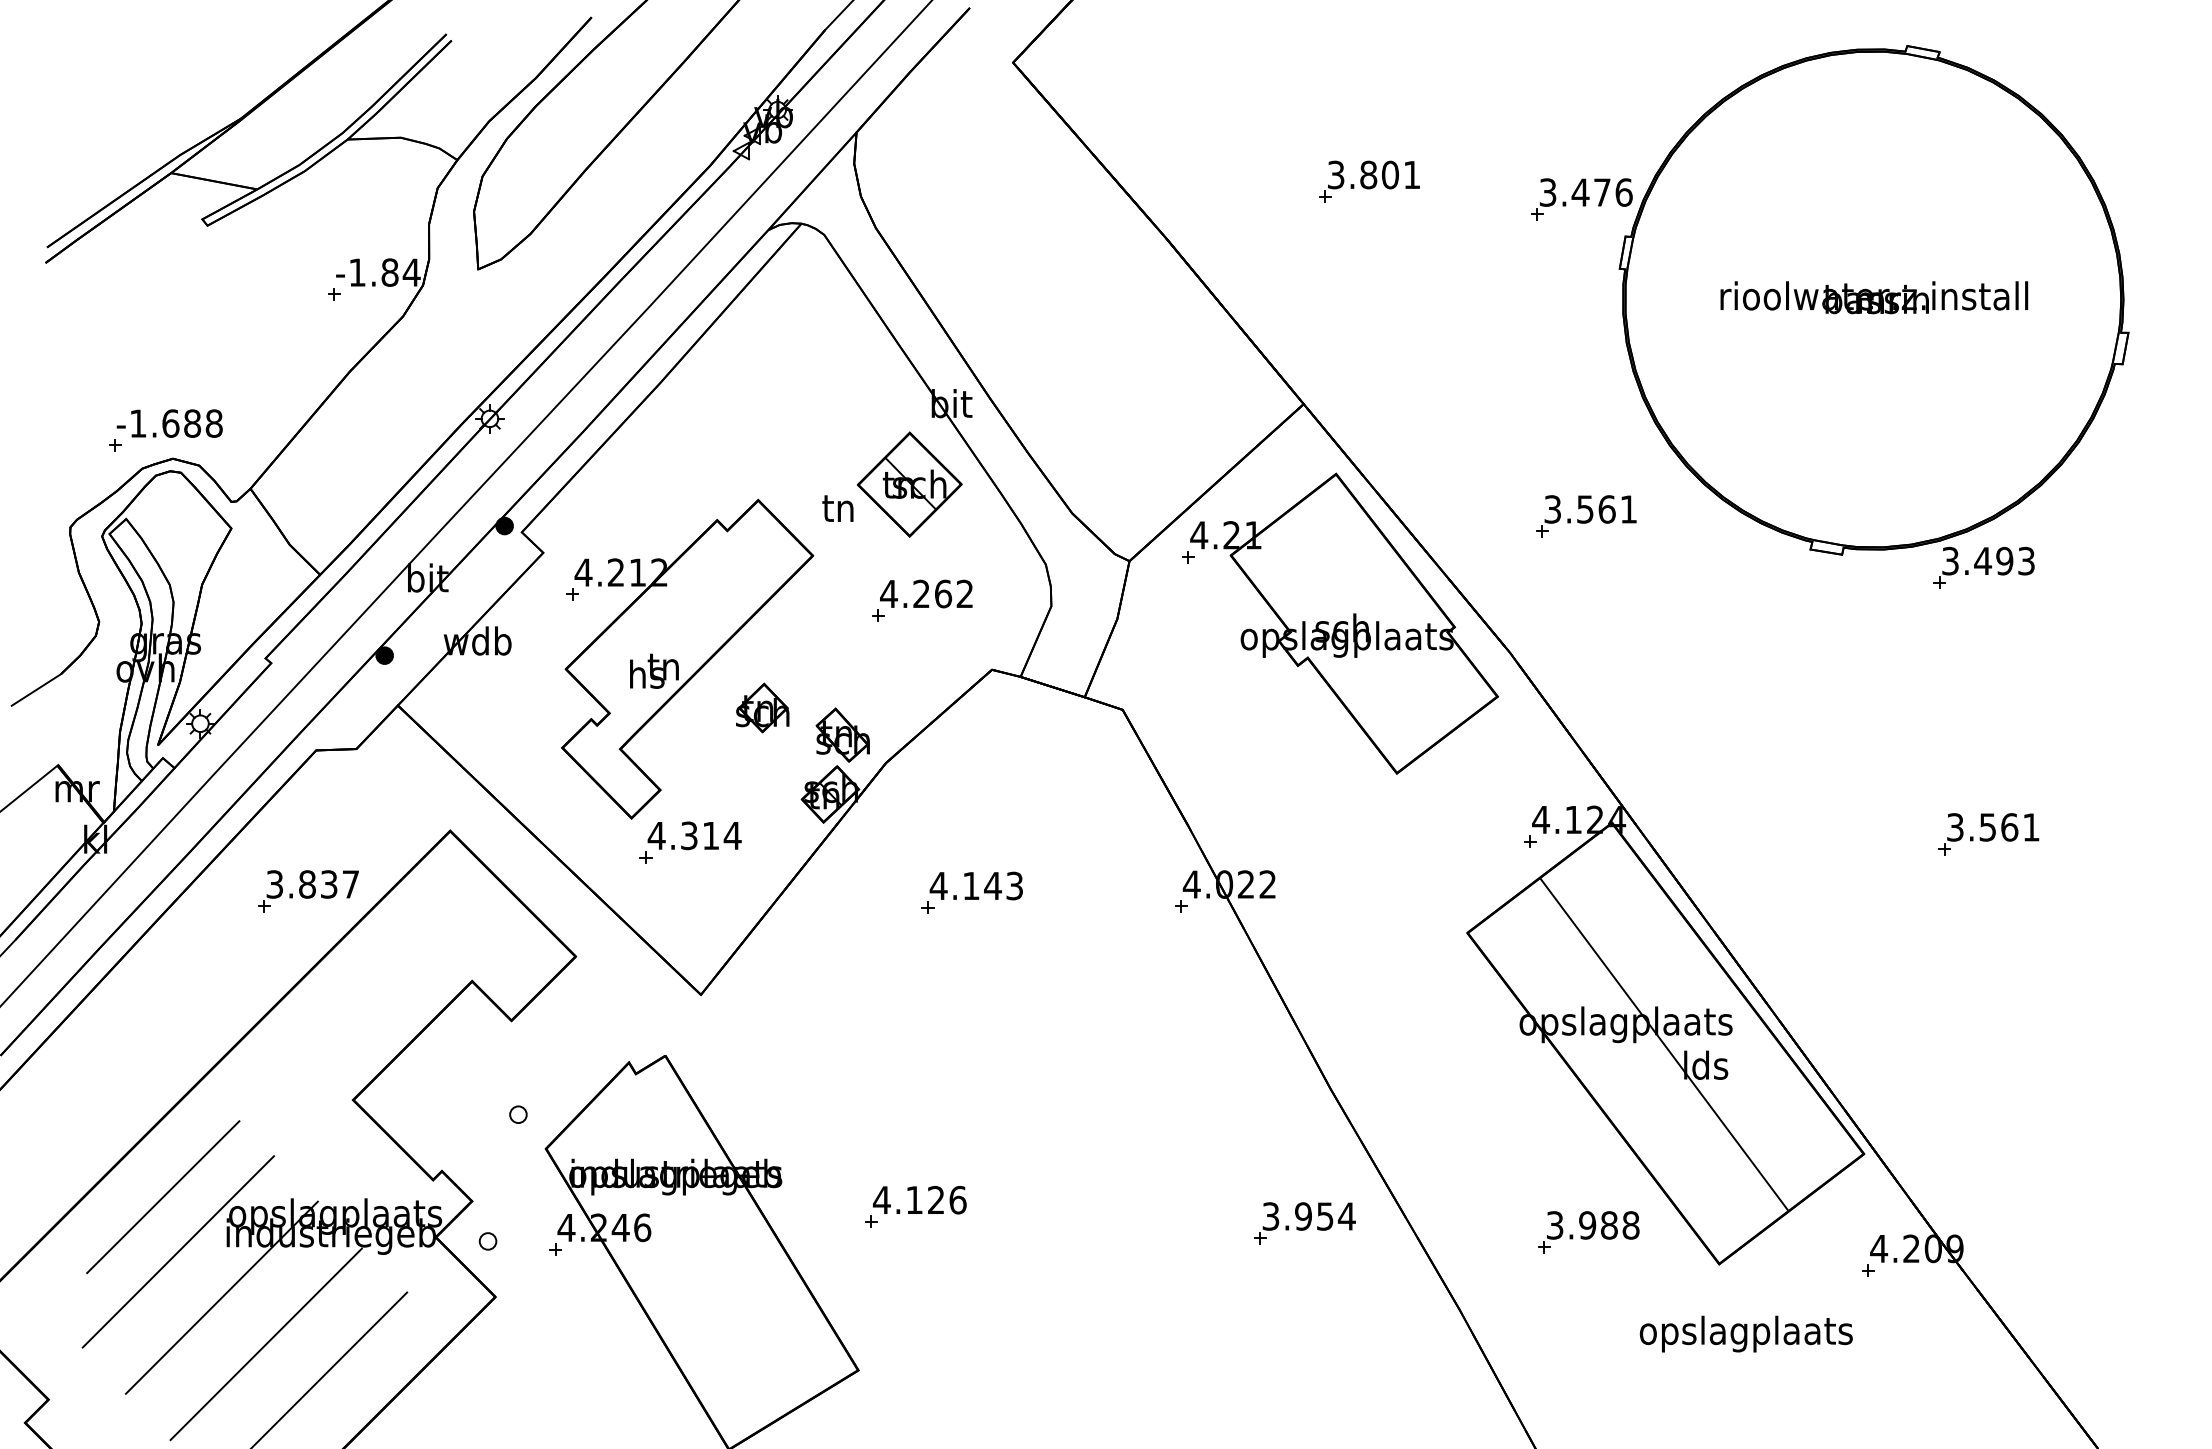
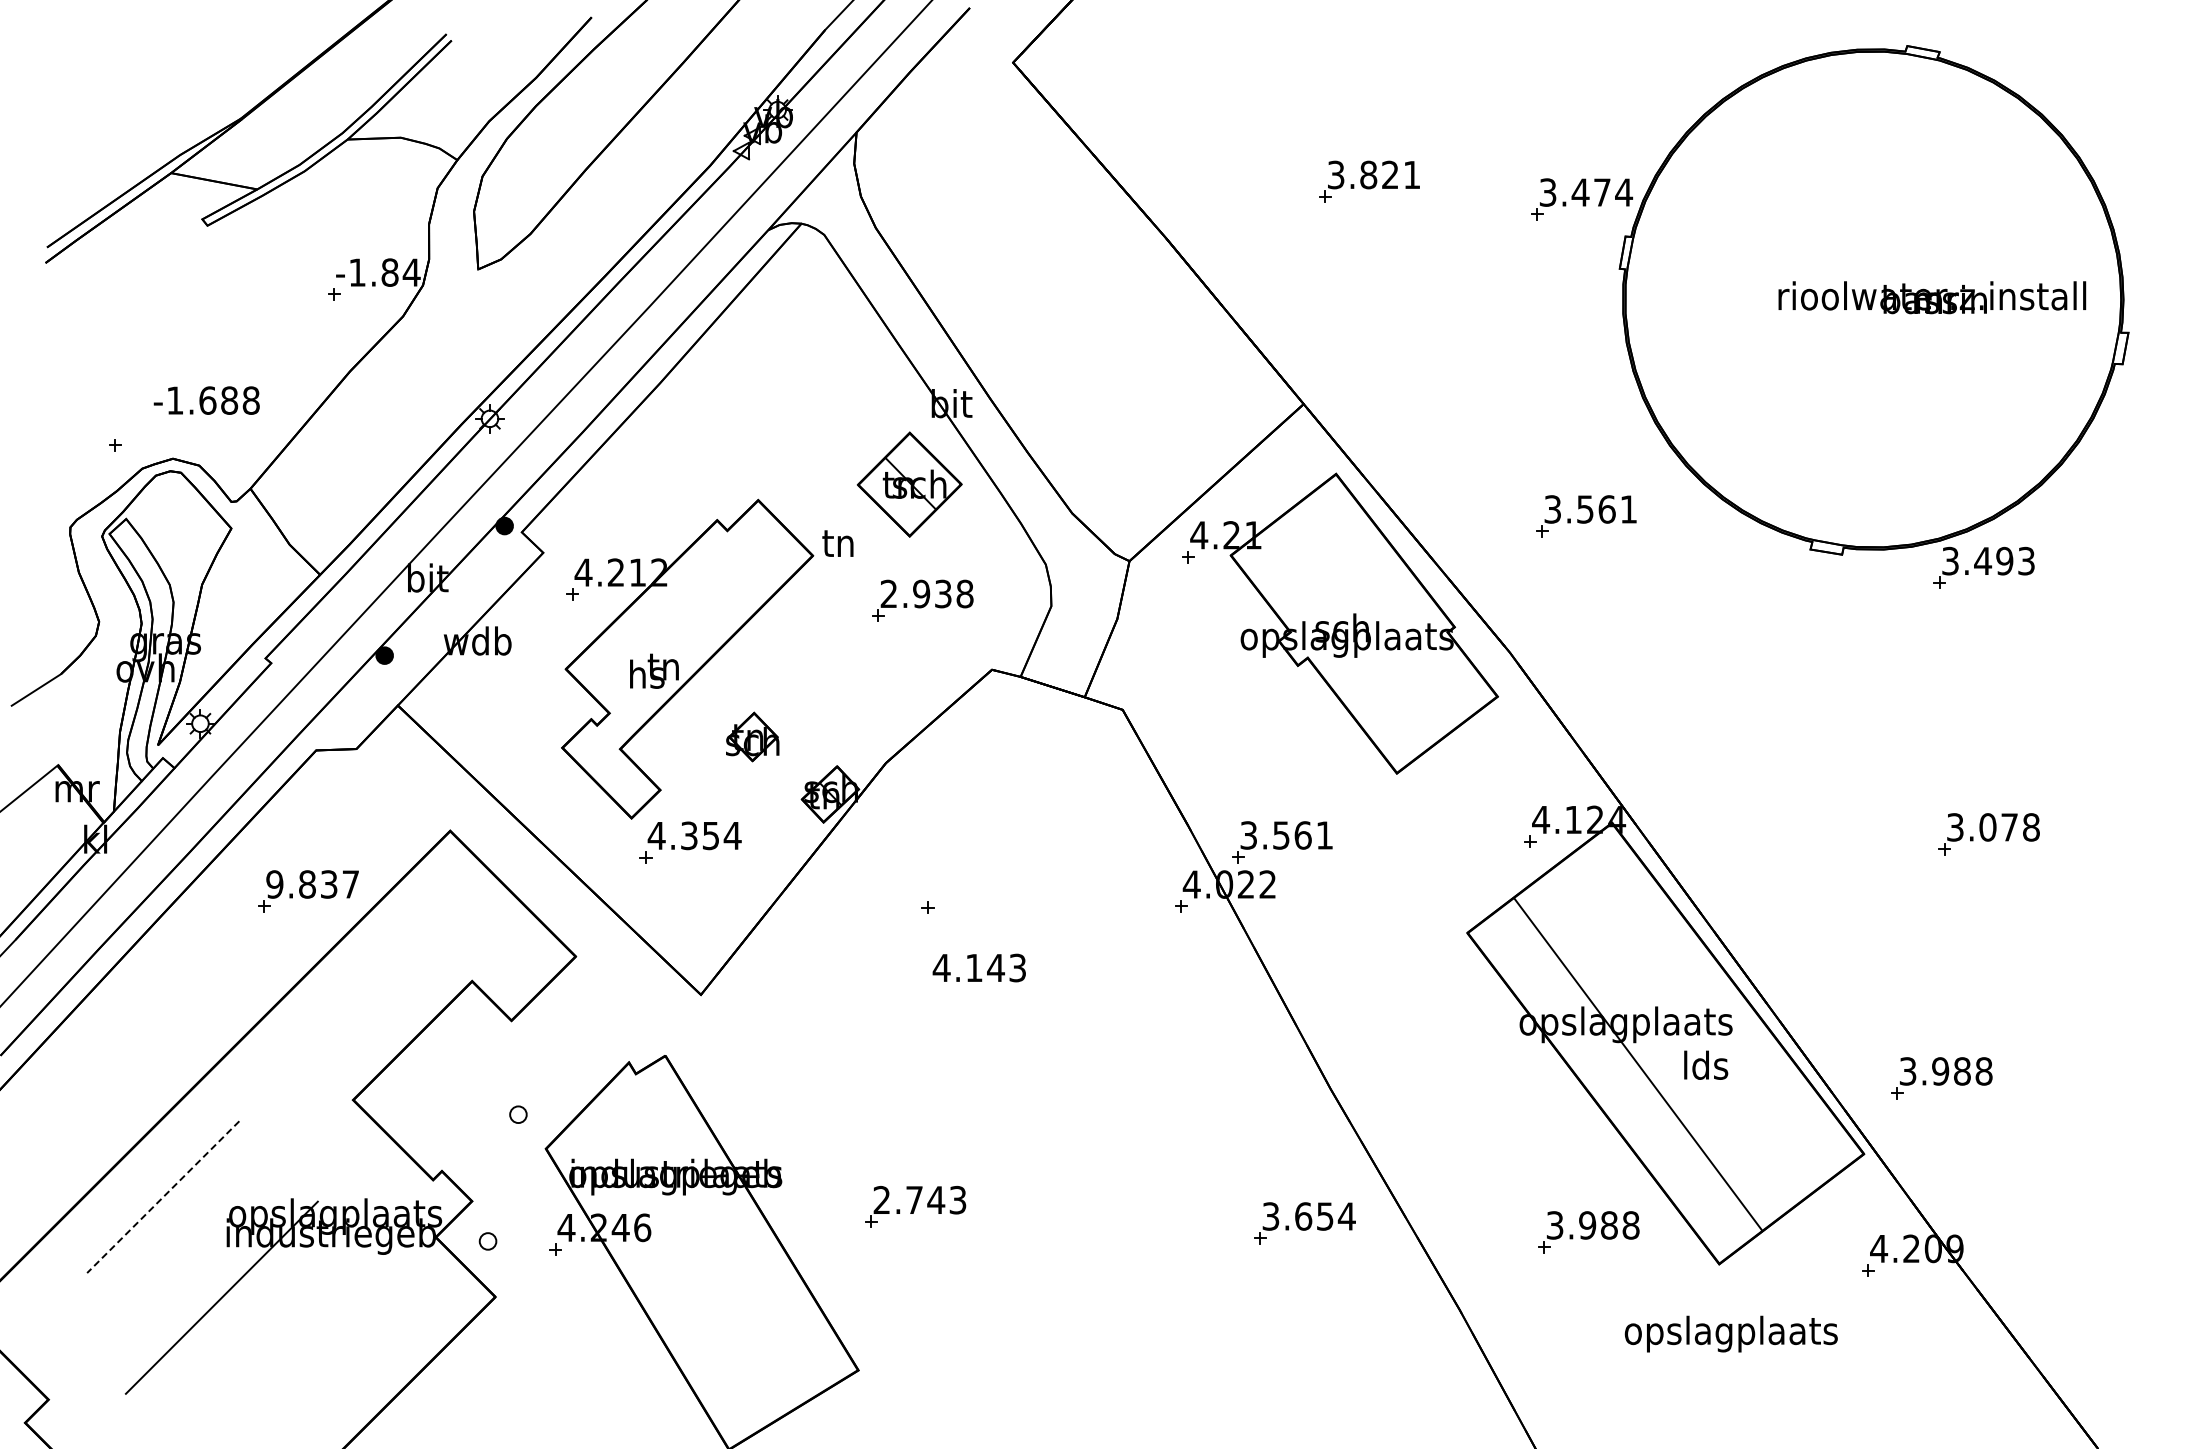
text at (1390, 174): 3.801 -> 3.821
text at (1624, 192): 3.476 -> 3.474
text at (1874, 297) position: (1874, 297) -> (1932, 297)
text at (169, 423) position: (169, 423) -> (206, 400)
text at (837, 508) position: (837, 508) -> (837, 543)
text at (926, 593): 4.262 -> 2.938
part at (762, 707) position: (762, 707) -> (752, 736)
part at (842, 734): present -> none
text at (2009, 827): 3.561 -> 3.078
text at (710, 836): 4.314 -> 4.354
part at (1282, 842): none -> present
text at (274, 884): 3.837 -> 9.837
text at (975, 885) position: (975, 885) -> (978, 967)
line at (1664, 1044) position: (1664, 1044) -> (1638, 1064)
part at (1941, 1078): none -> present
line at (162, 1197): solid -> dashed
text at (919, 1199): 4.126 -> 2.743
text at (1303, 1216): 3.954 -> 3.654
line at (178, 1251): present -> none
text at (1745, 1333) position: (1745, 1333) -> (1730, 1333)
line at (265, 1344): present -> none
line at (330, 1368): present -> none
